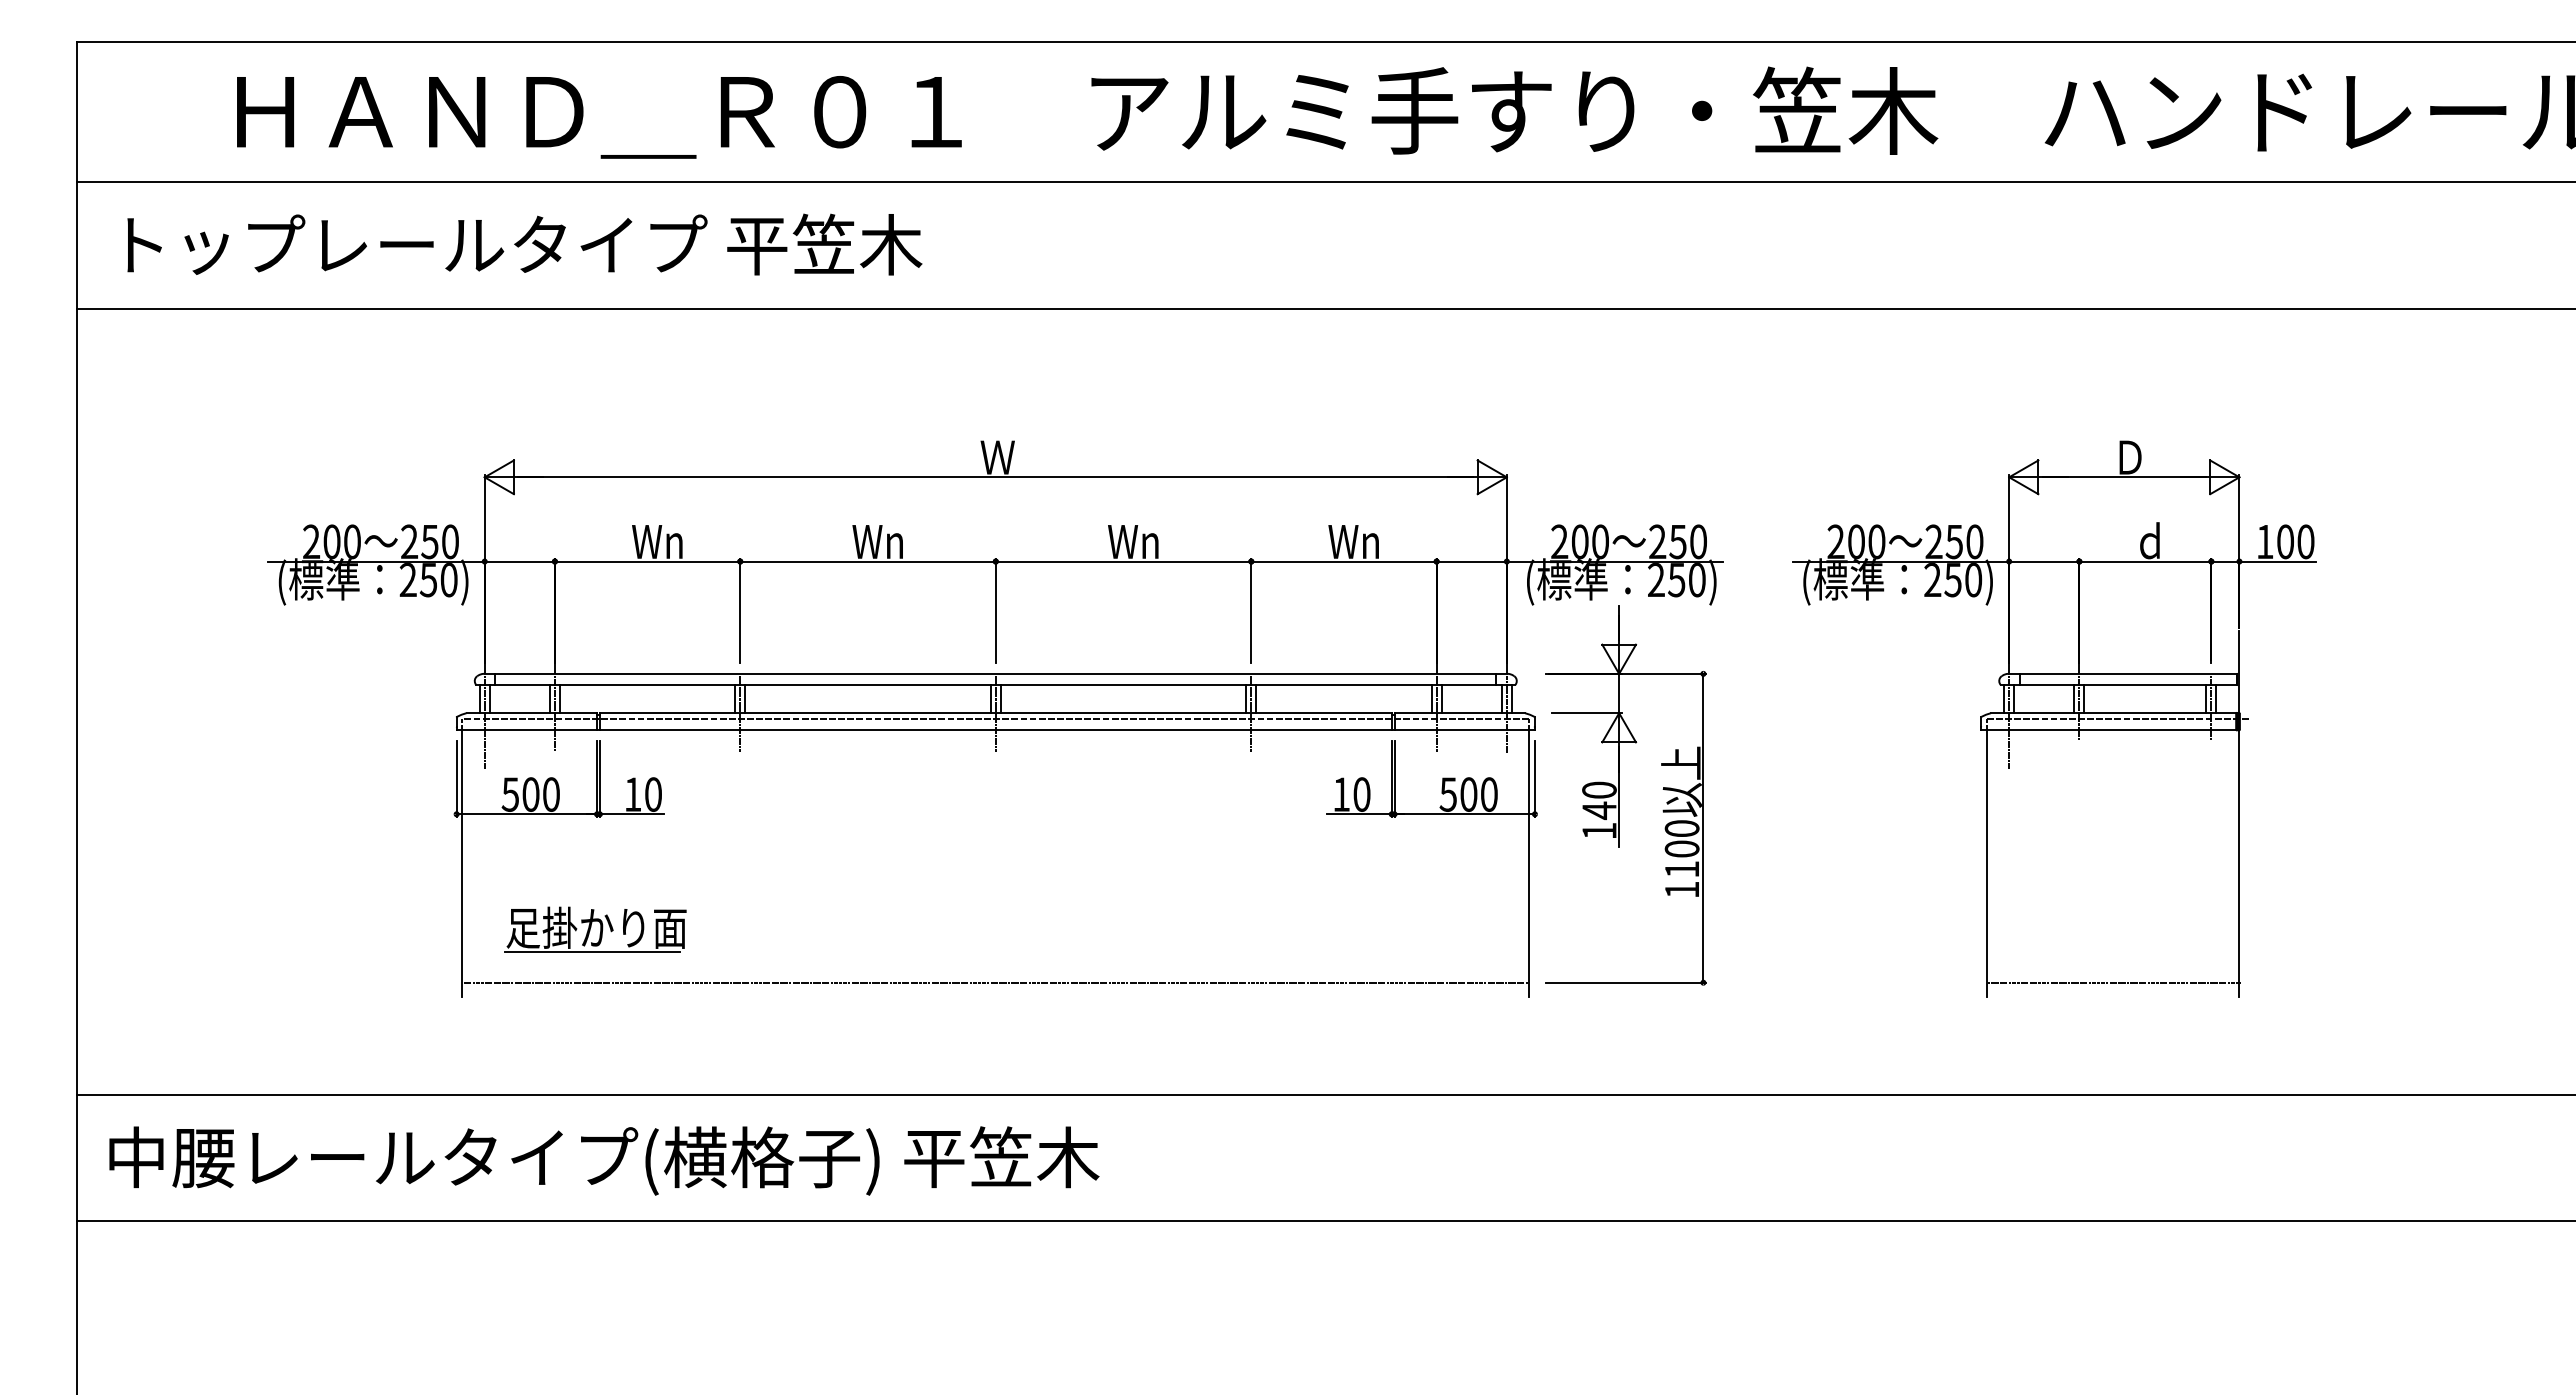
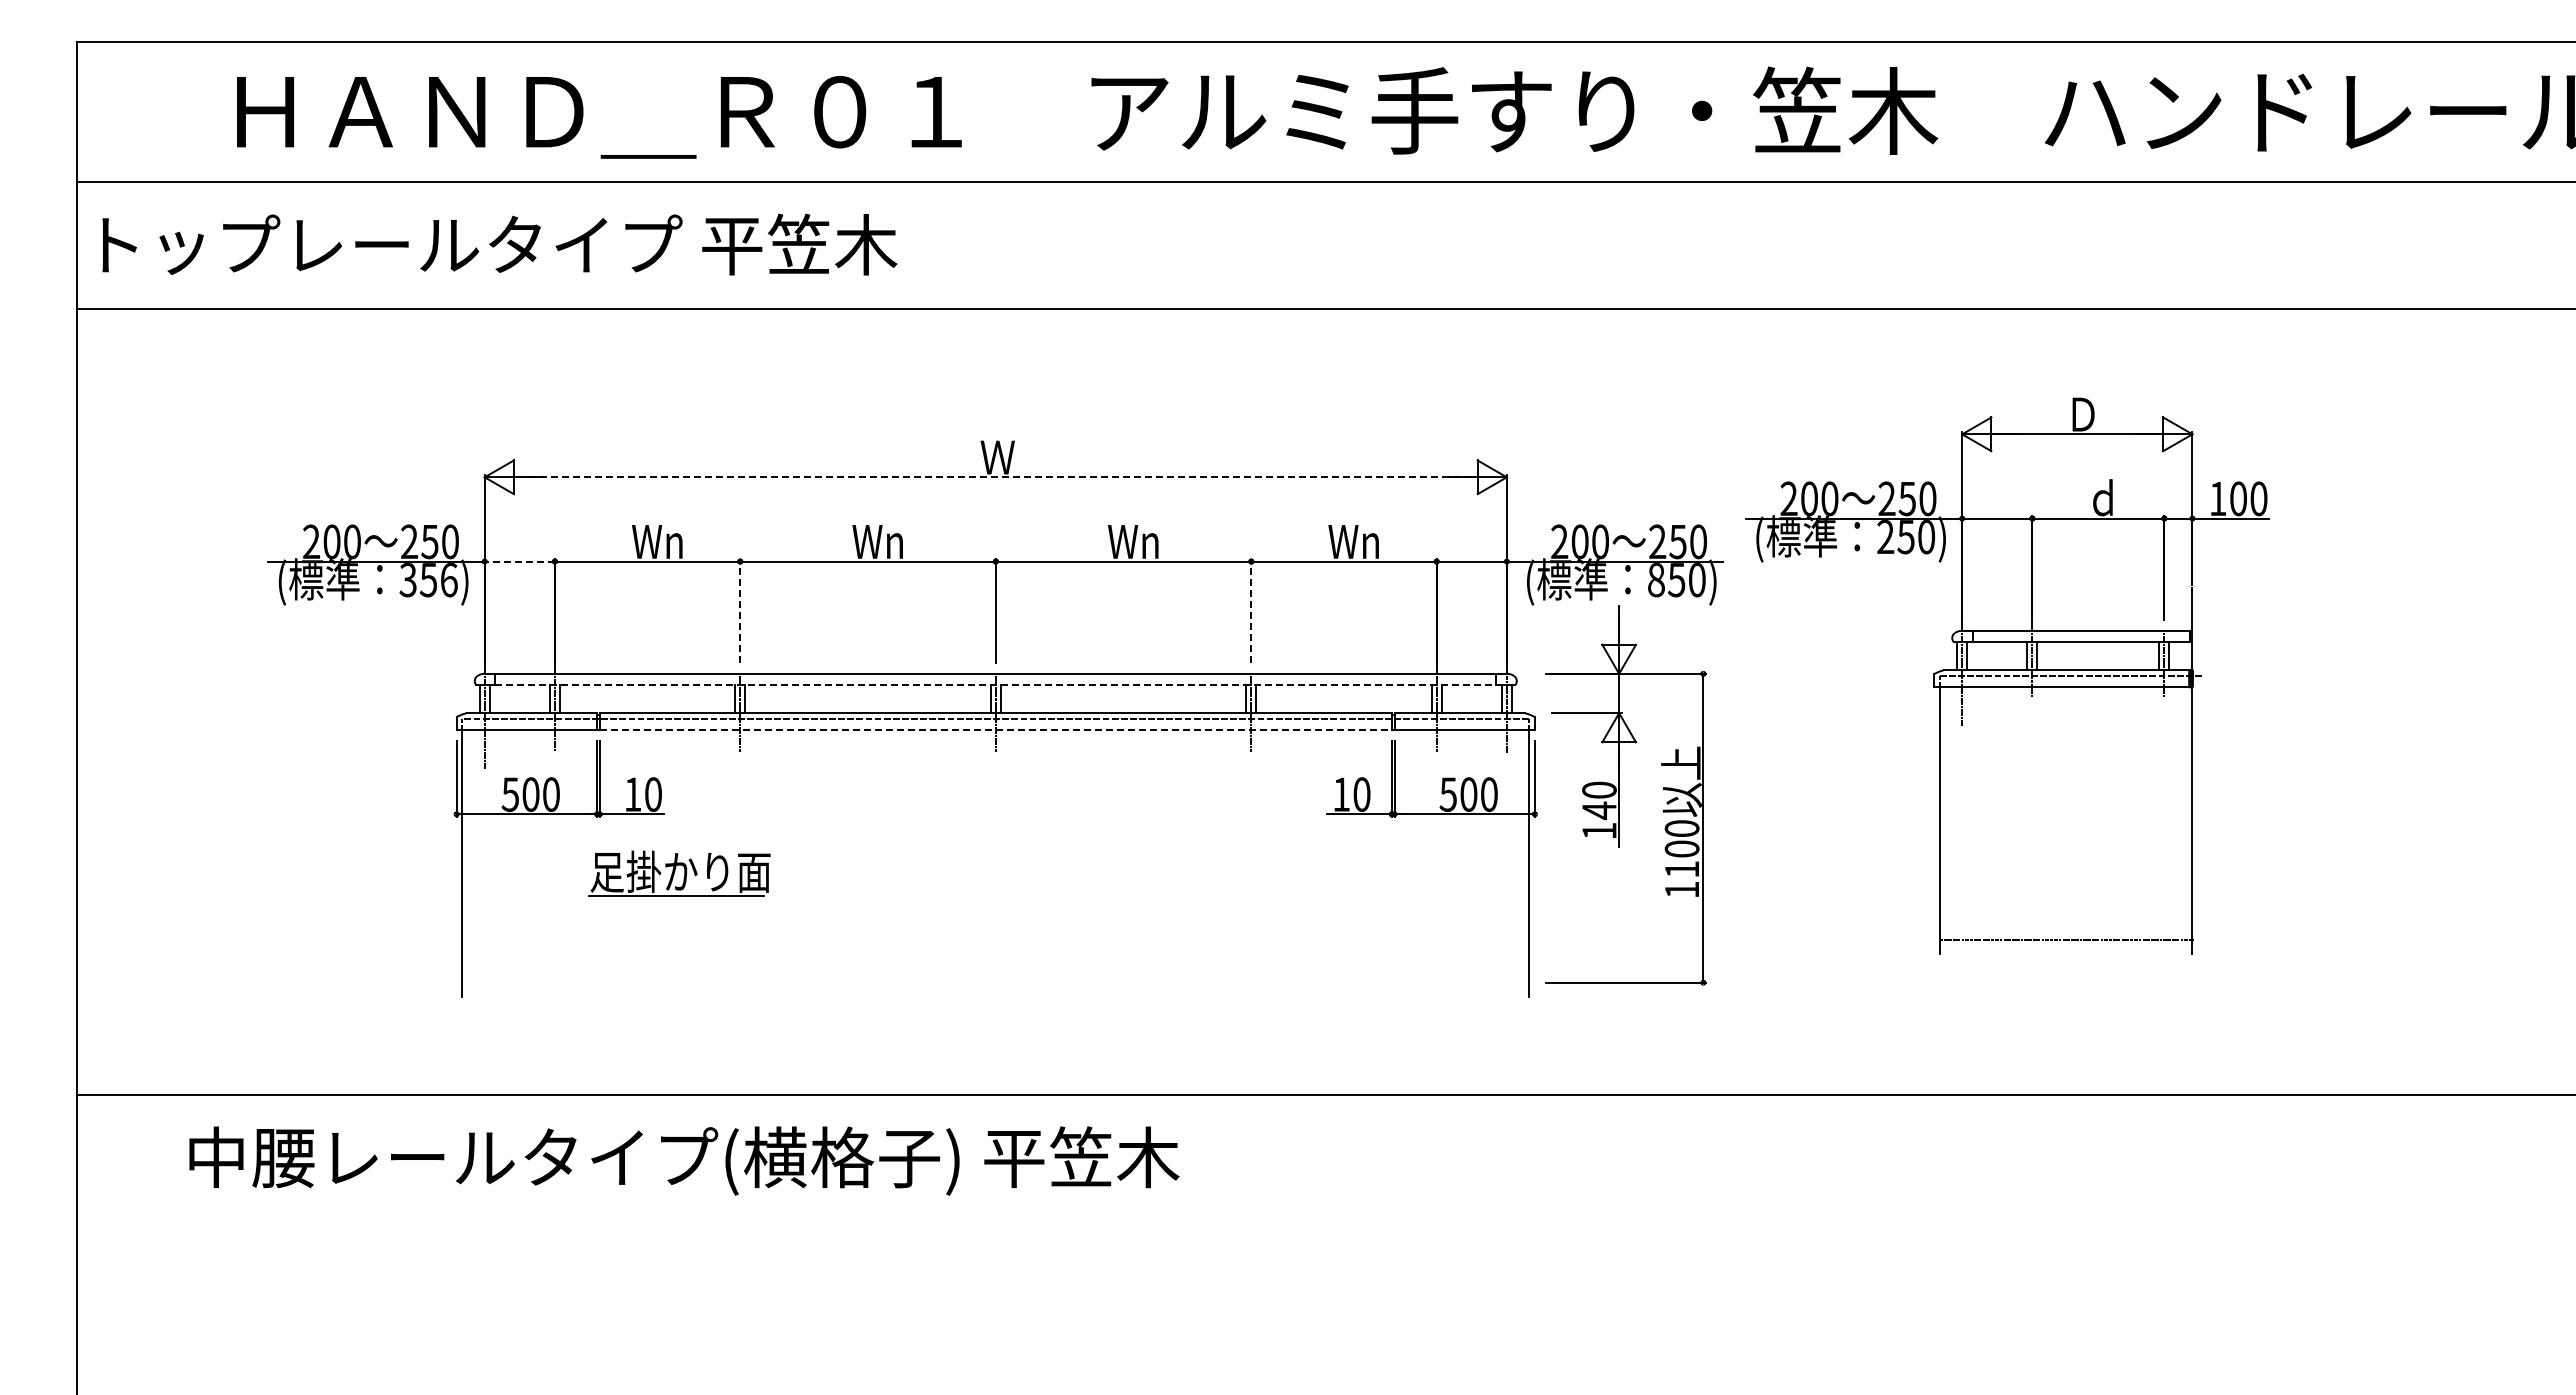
text at (524, 244) position: (524, 244) -> (499, 244)
line at (996, 477): solid -> dashed
line at (519, 561): solid -> dashed
text at (428, 580): 250) -> 356)
text at (1656, 580): 250) -> 850)
line at (740, 610): solid -> dashed
line at (1251, 610): solid -> dashed
line at (995, 685): solid -> dashed
part at (2054, 718) position: (2054, 718) -> (2007, 675)
line at (995, 730): solid -> dashed
part at (595, 929) position: (595, 929) -> (679, 873)
line at (995, 982): present -> none
text at (604, 1160) position: (604, 1160) -> (684, 1160)
line at (1324, 1221): present -> none
